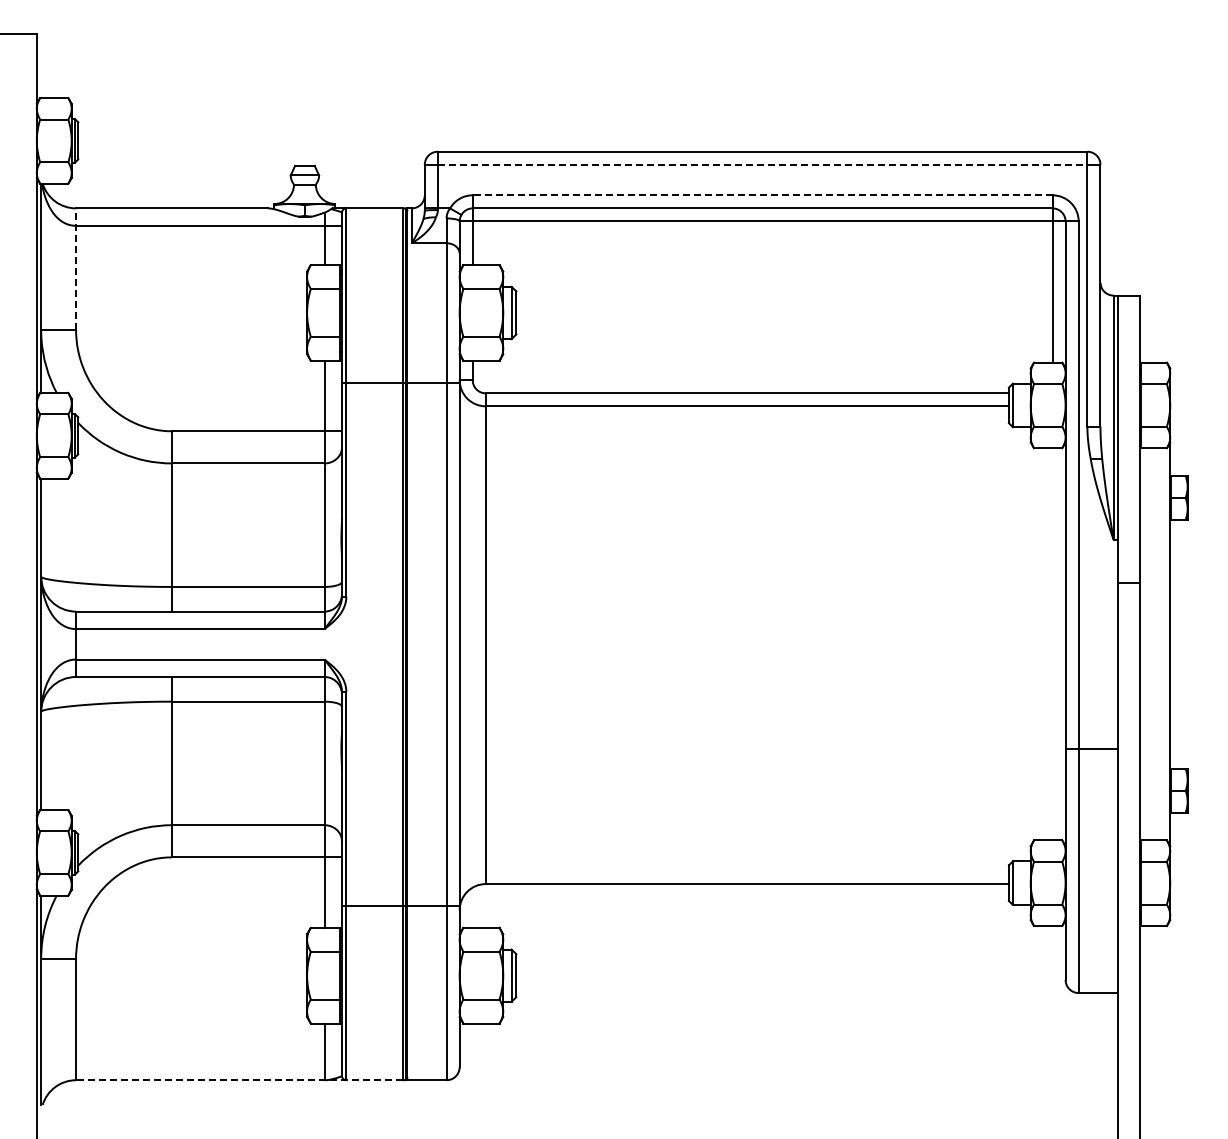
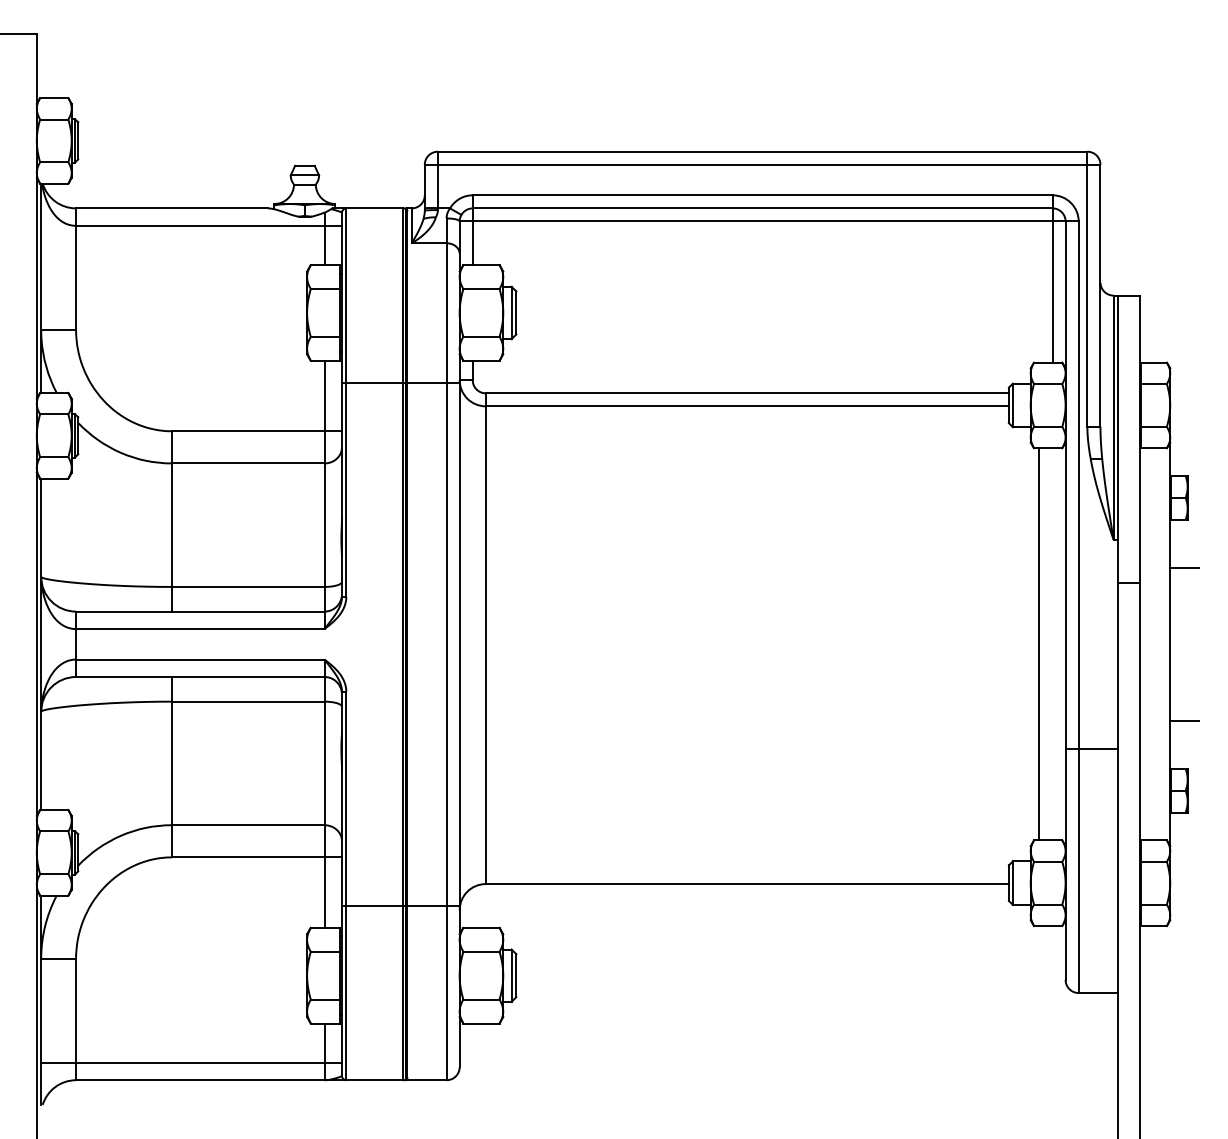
line at (762, 164): dashed -> solid
line at (762, 195): dashed -> solid
line at (76, 269): dashed -> solid
line at (1184, 568): none -> present
line at (1039, 644): none -> present
line at (1184, 720): none -> present
line at (191, 1062): none -> present
line at (239, 1080): dashed -> solid
